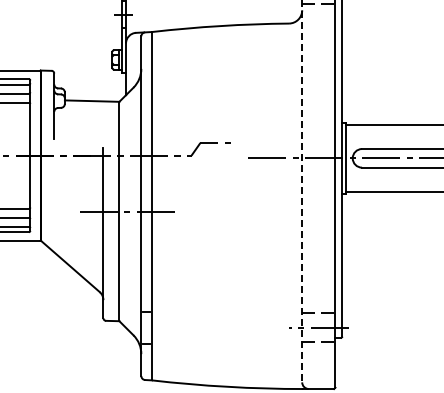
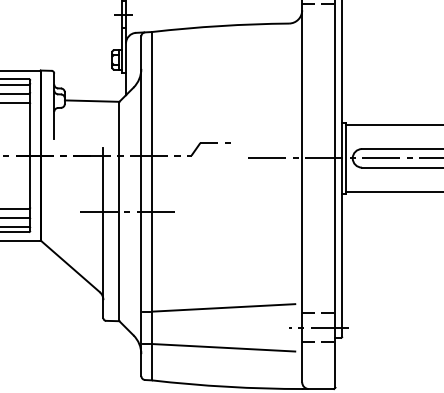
line at (302, 191): dashed -> solid
line at (223, 307): none -> present
line at (223, 347): none -> present
